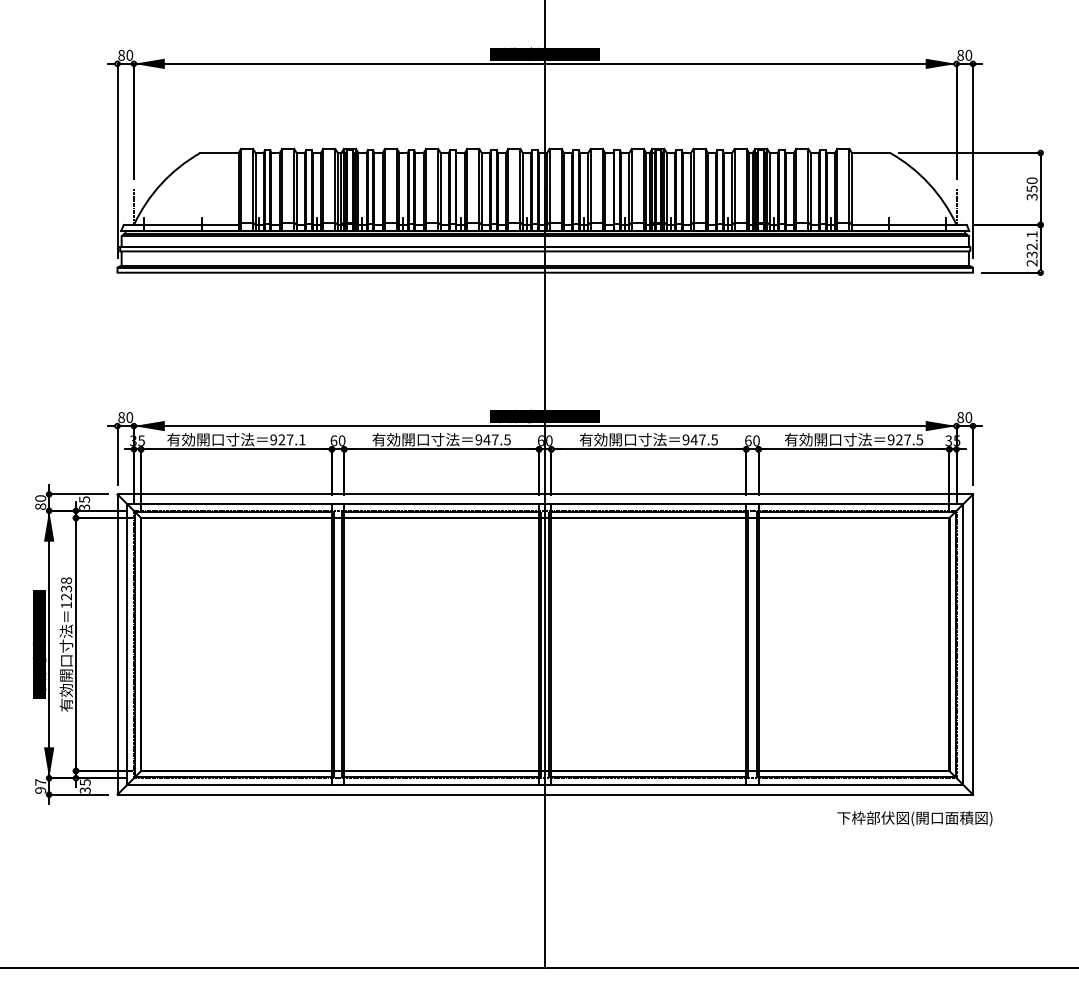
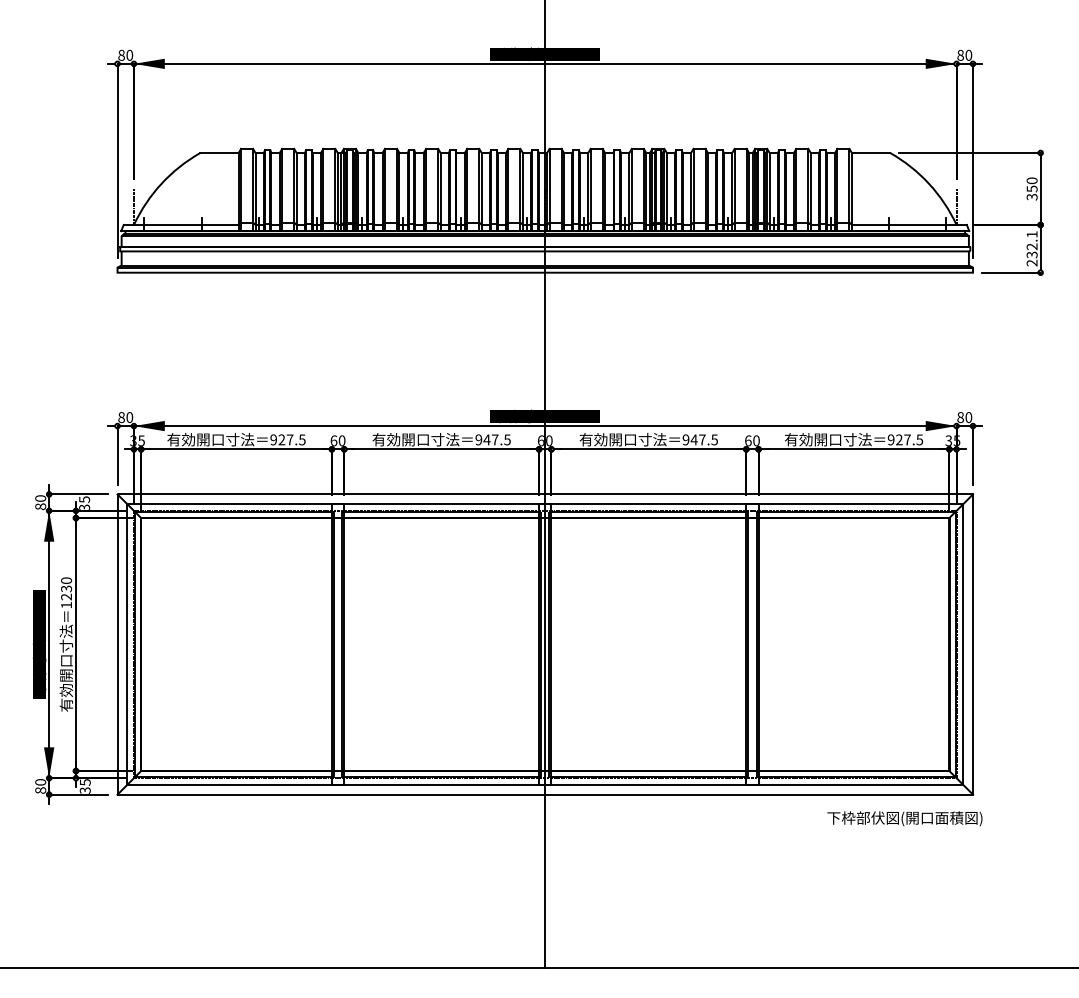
text at (302, 439): 927.1 -> 927.5
text at (66, 580): 1238 -> 1230
text at (40, 786): 97 -> 80
text at (914, 818) position: (914, 818) -> (904, 818)
